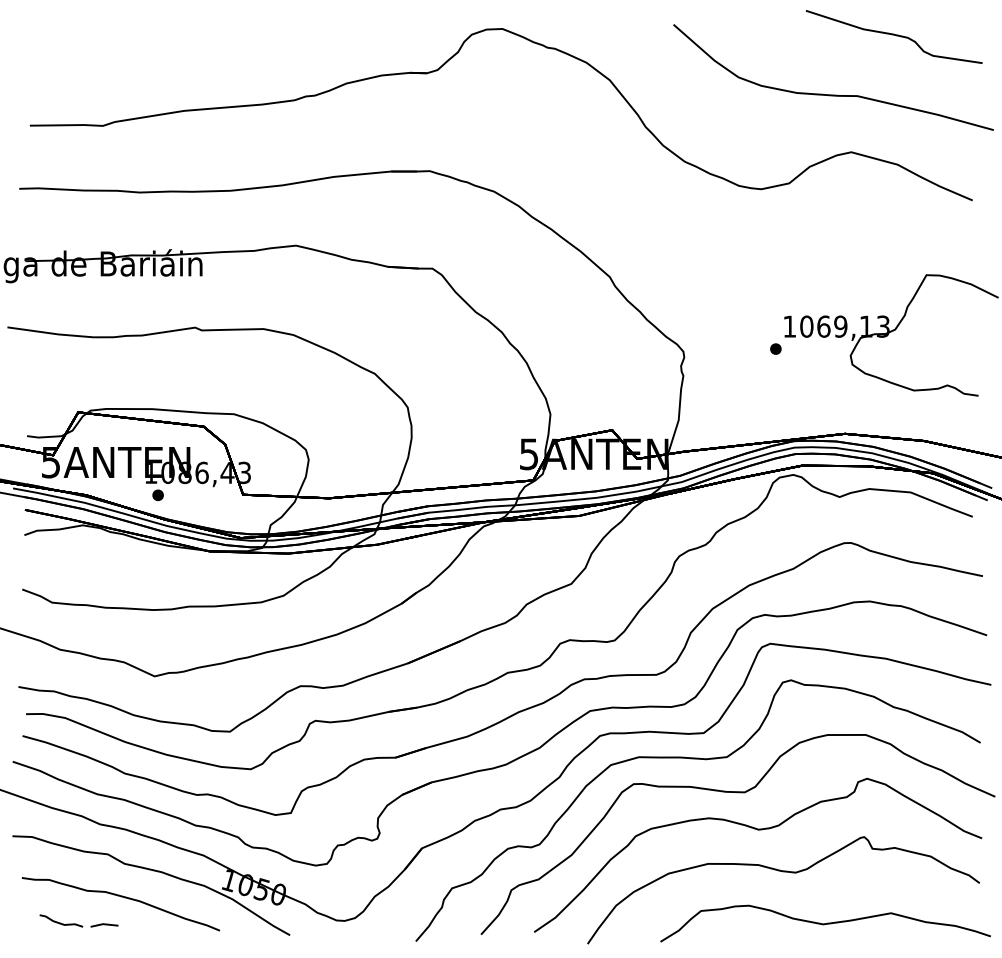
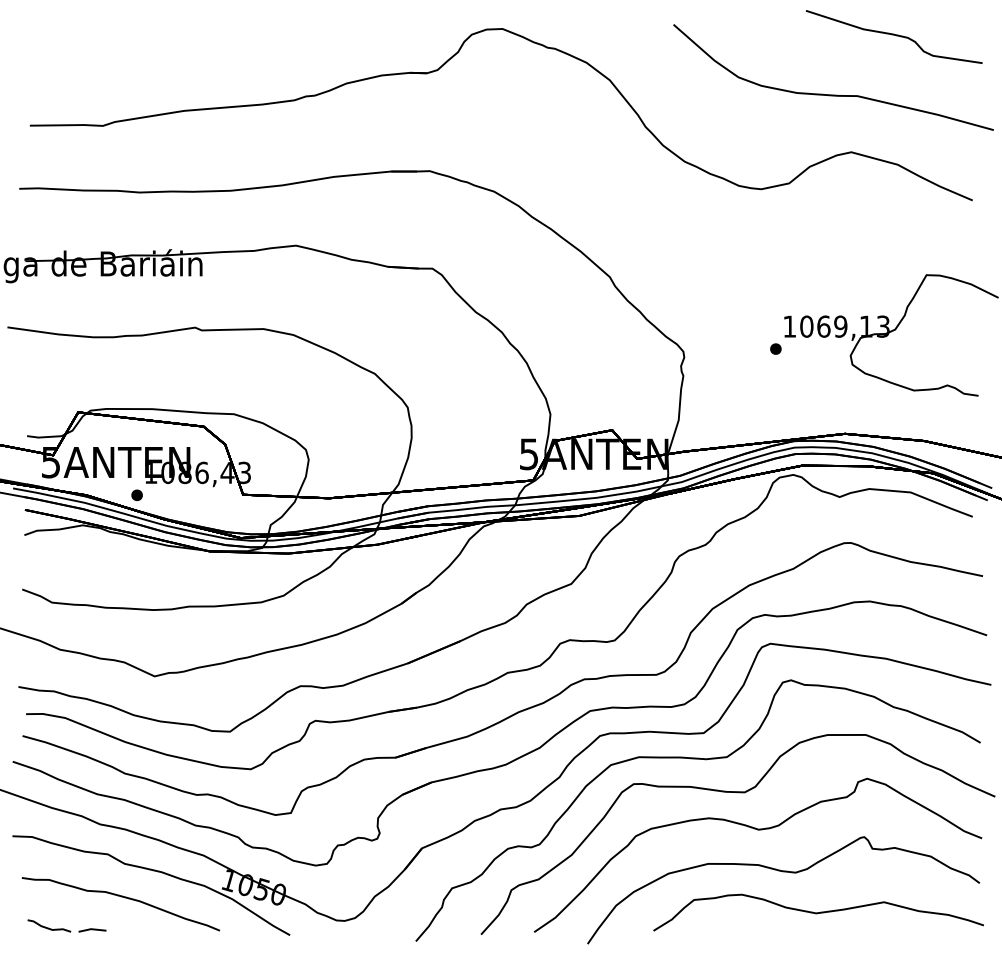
part at (157, 494) position: (157, 494) -> (136, 494)
part at (78, 920) position: (78, 920) -> (66, 925)
part at (825, 923) position: (825, 923) -> (818, 912)
